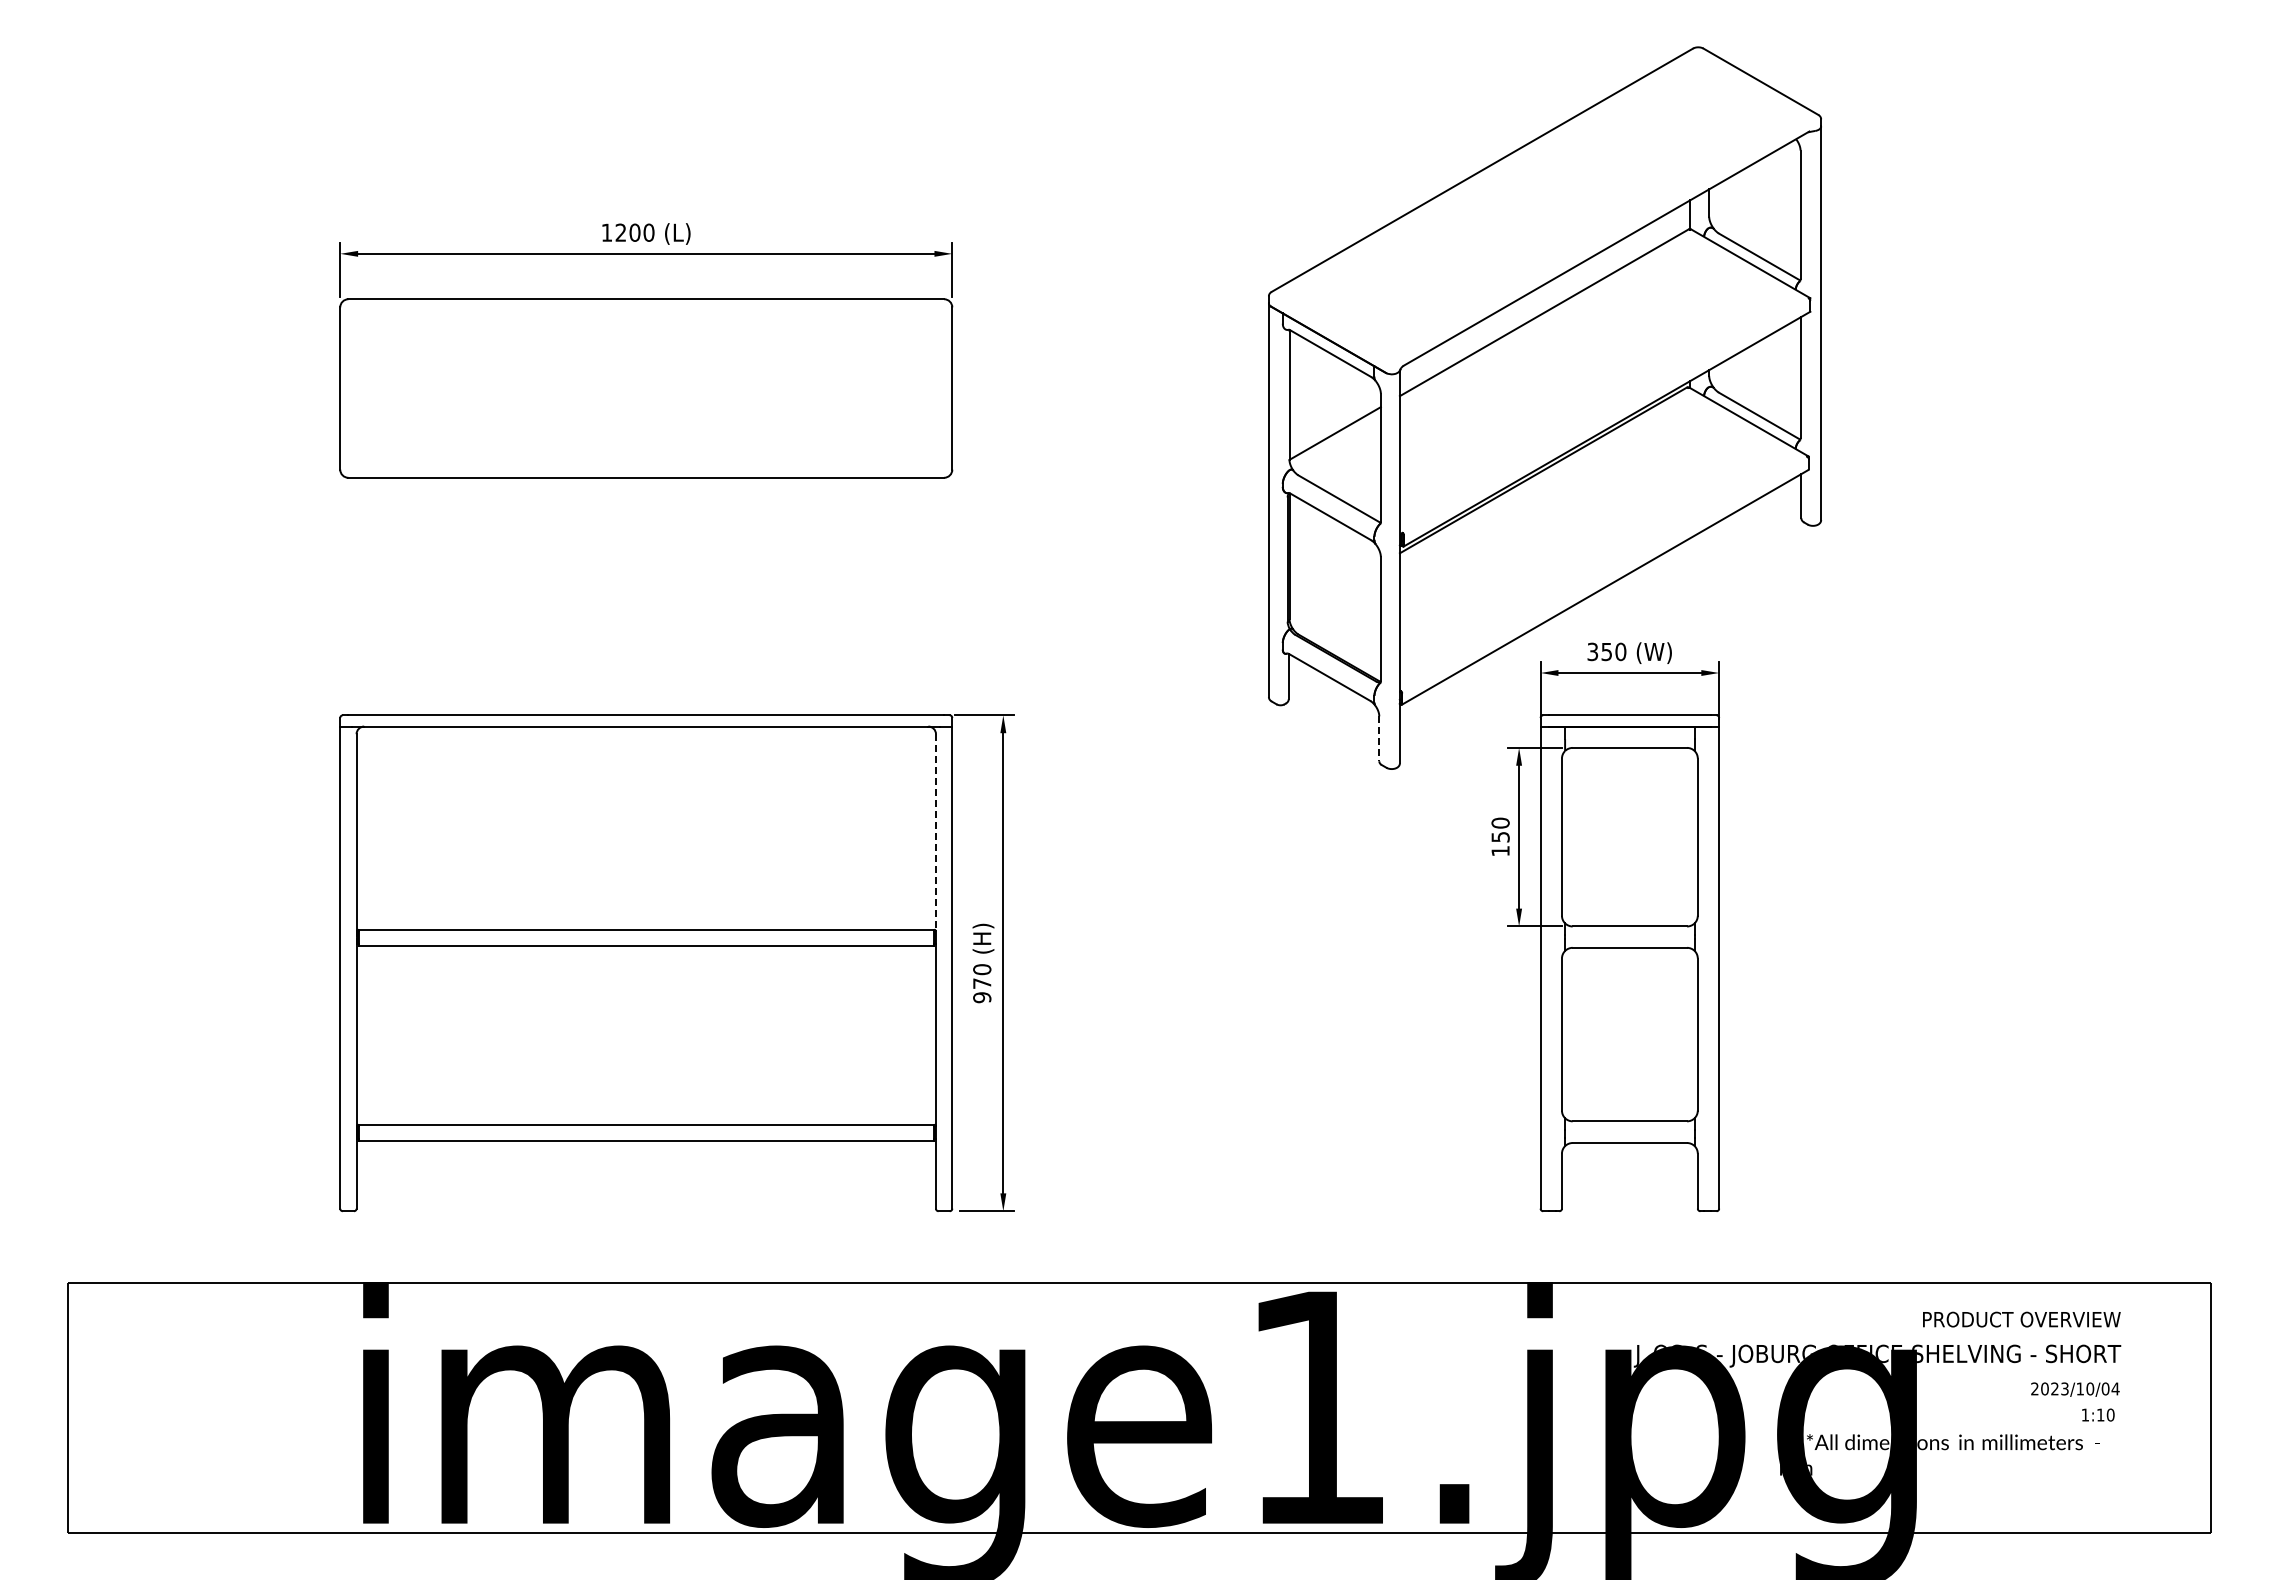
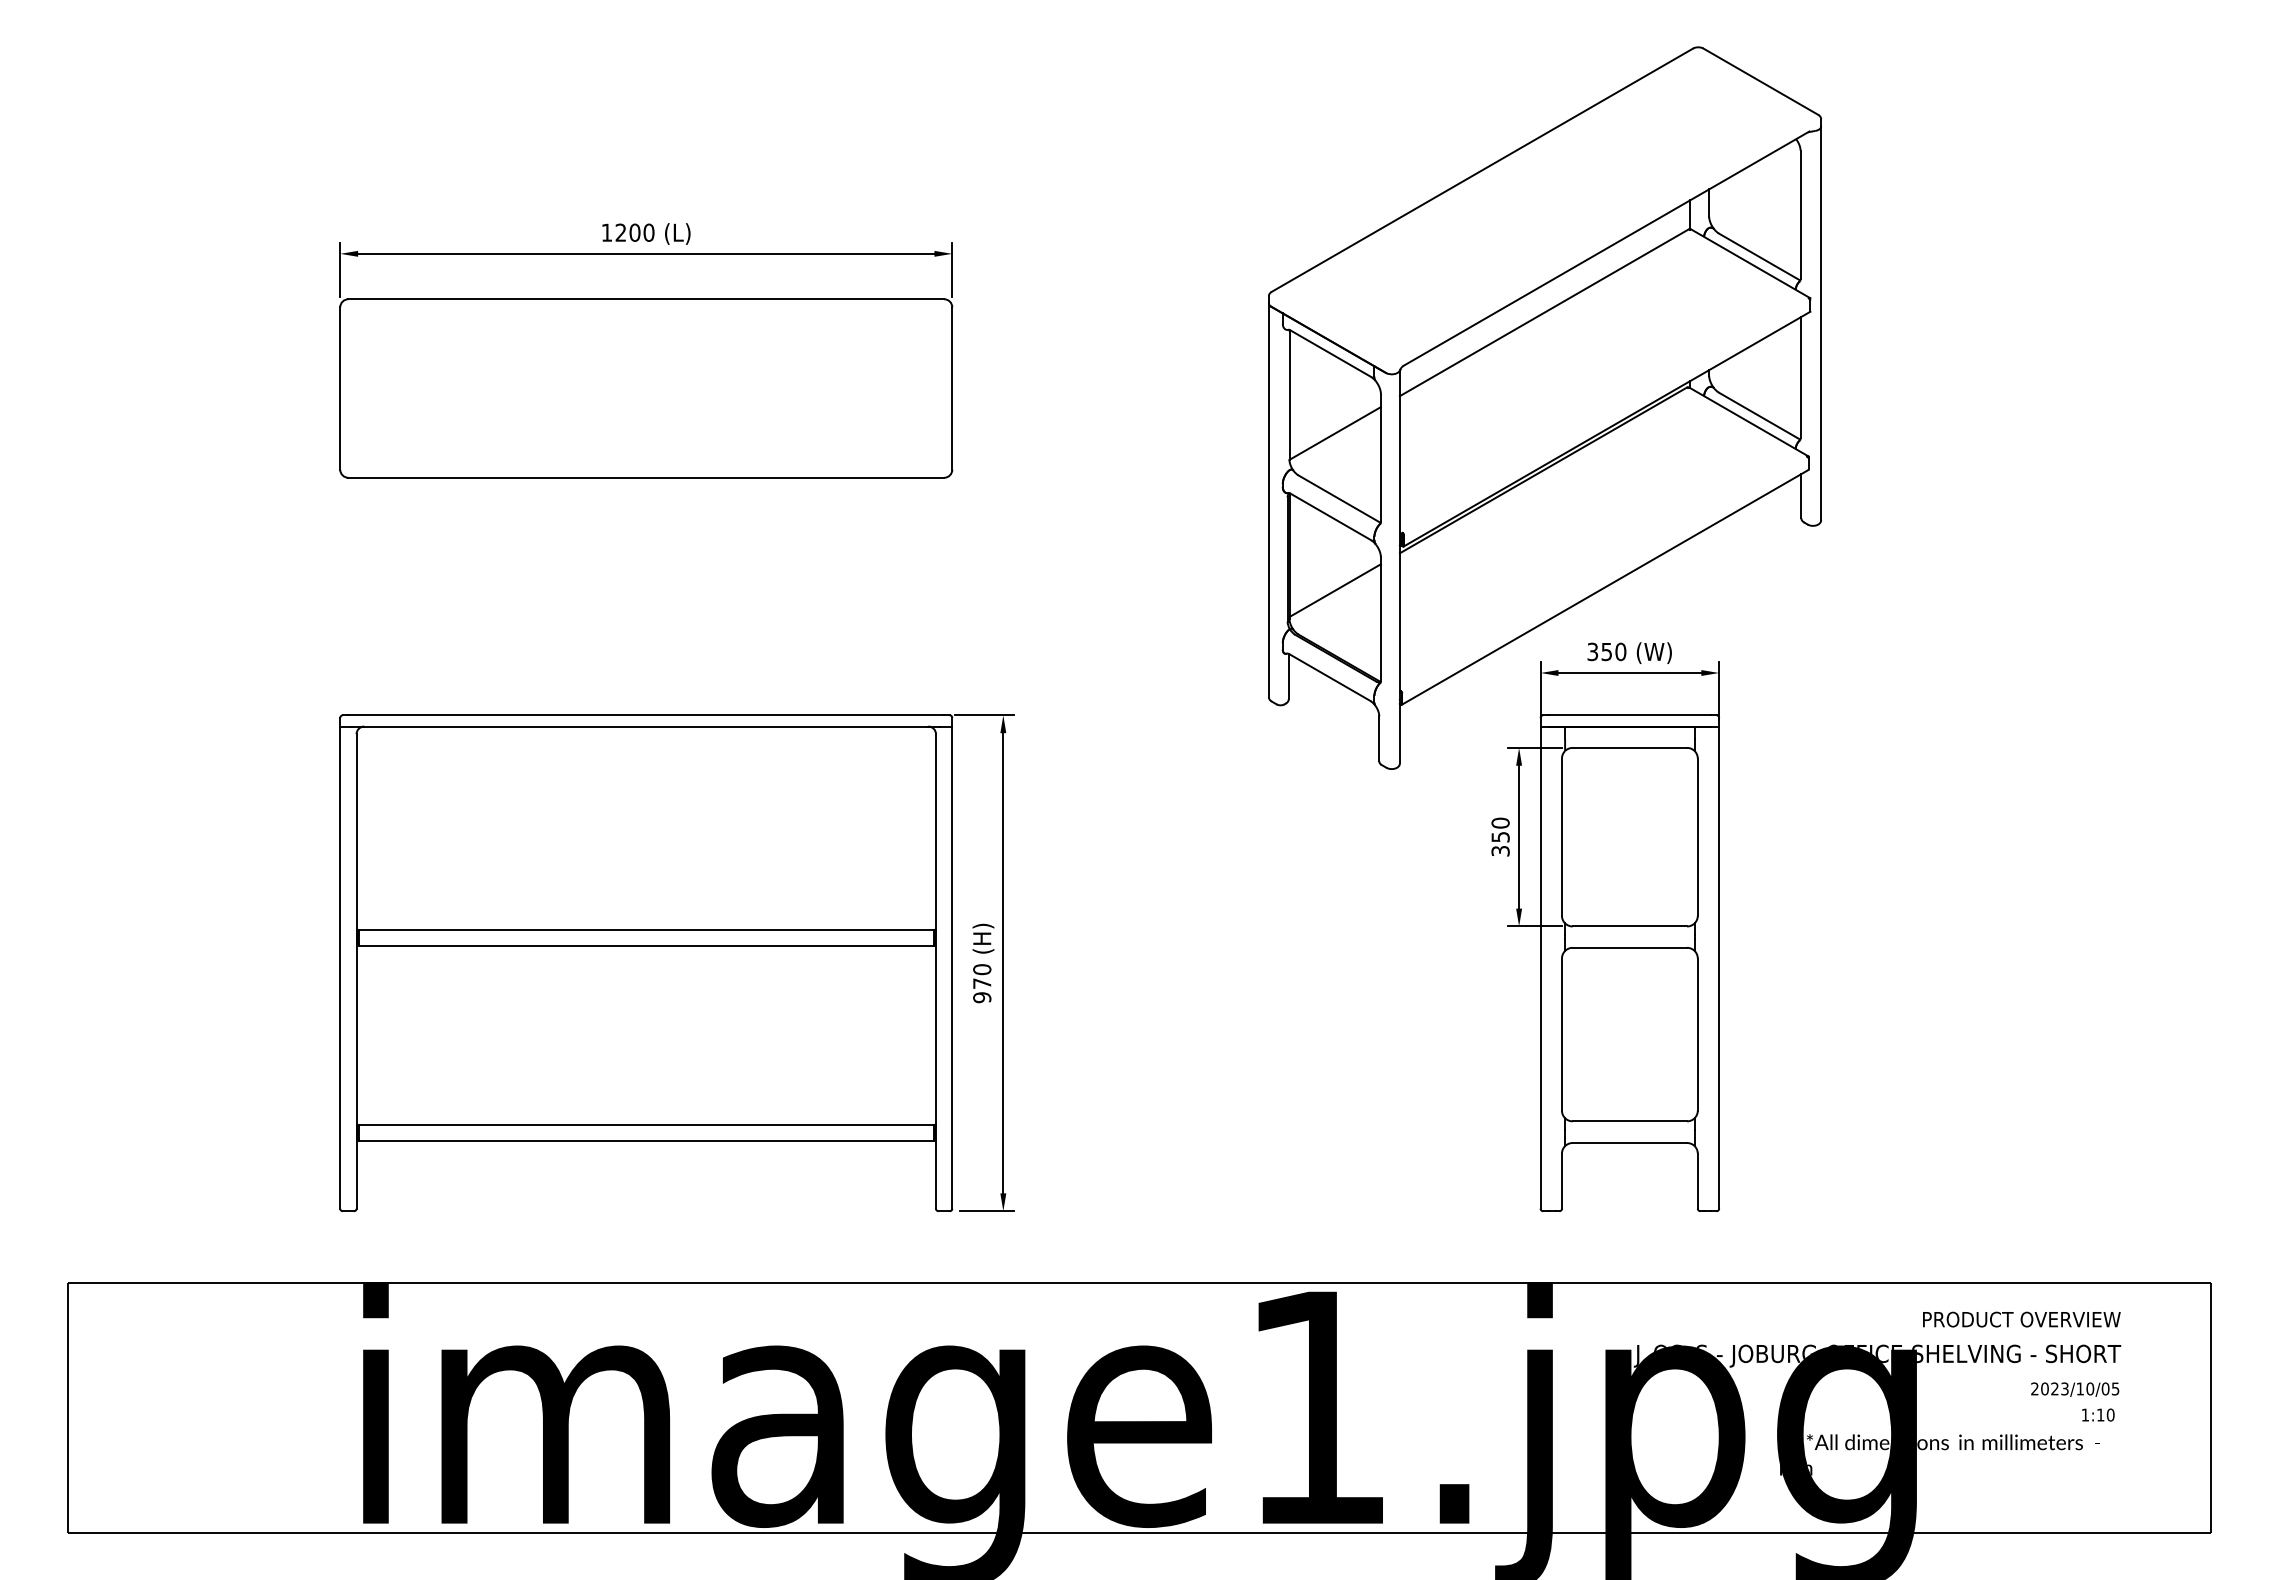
line at (1334, 590): none -> present
line at (1379, 739): dashed -> solid
line at (936, 832): dashed -> solid
text at (1500, 851): 150 -> 350
text at (2115, 1388): 2023/10/04 -> 2023/10/05
